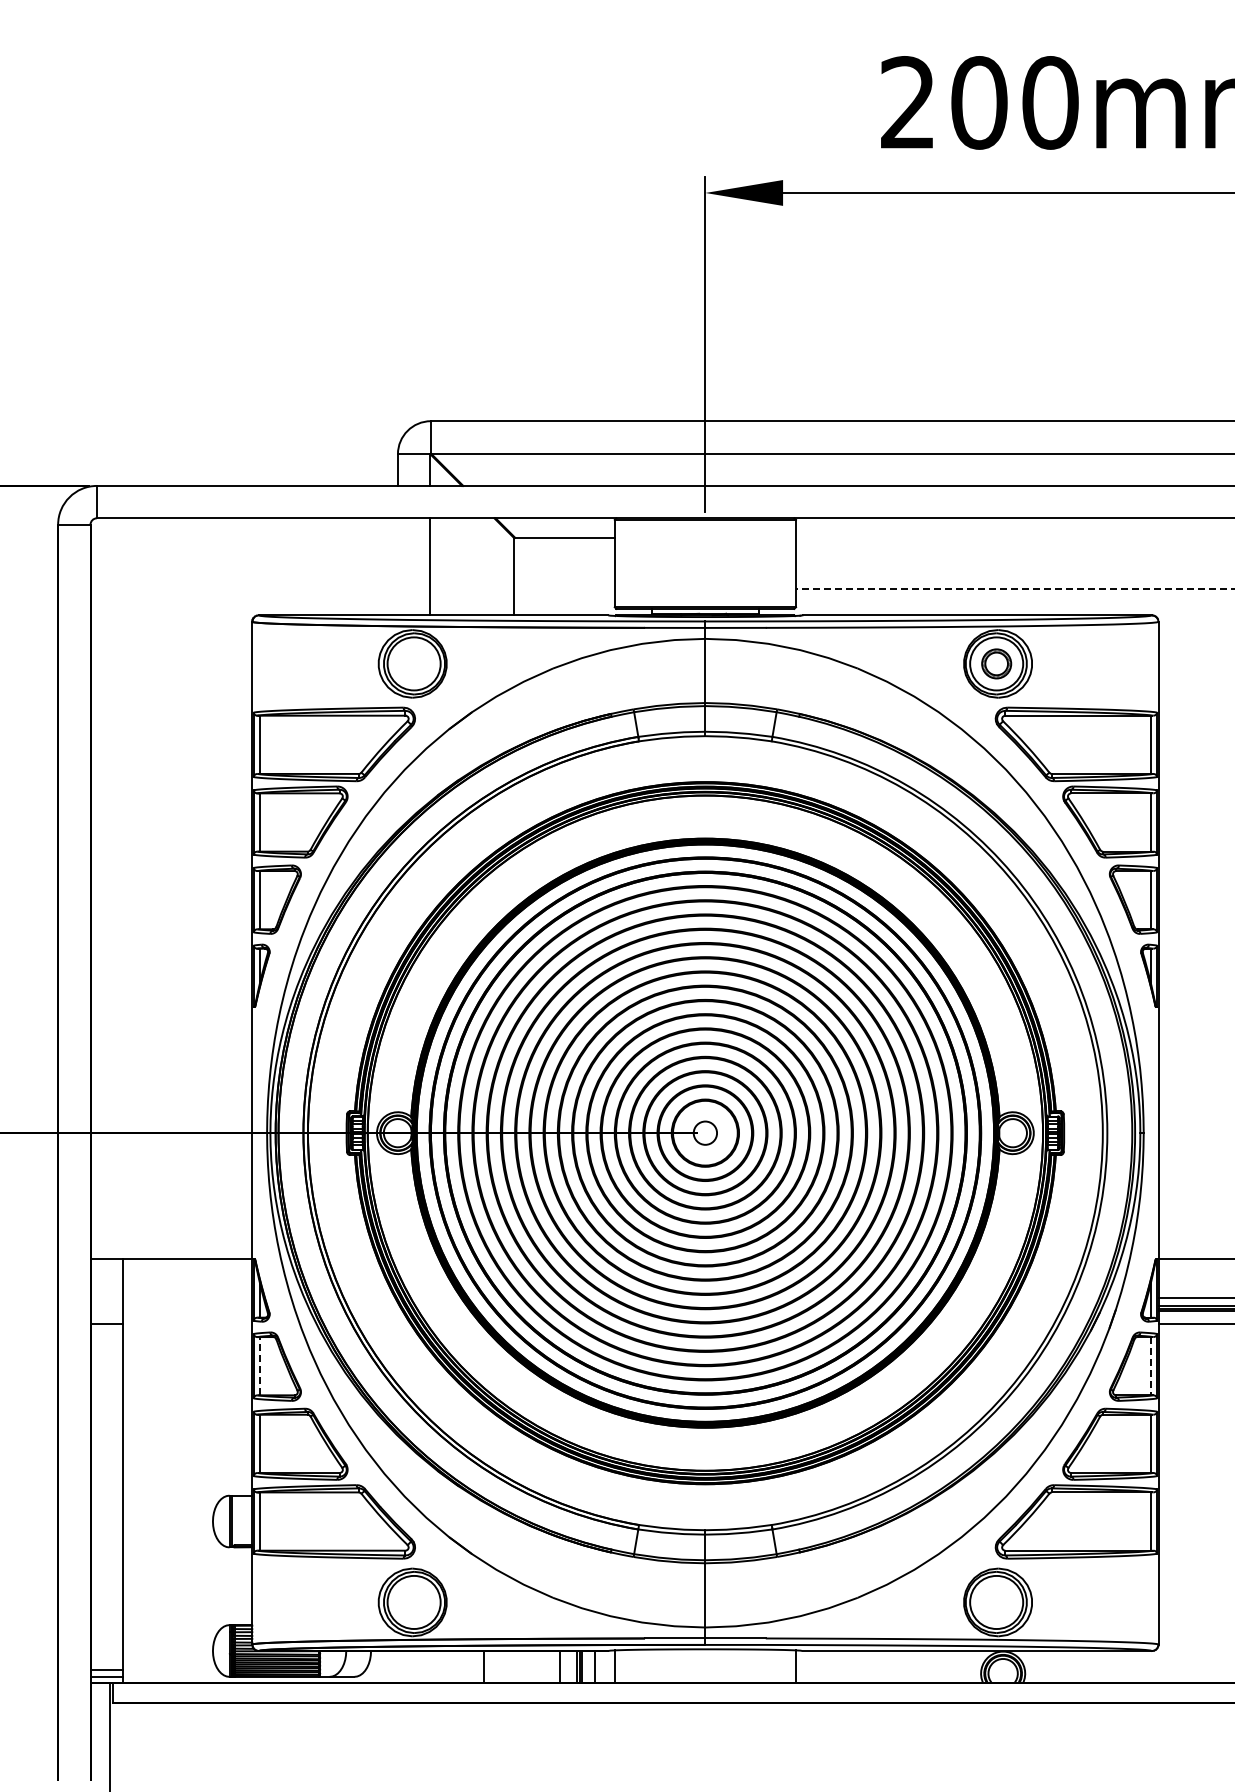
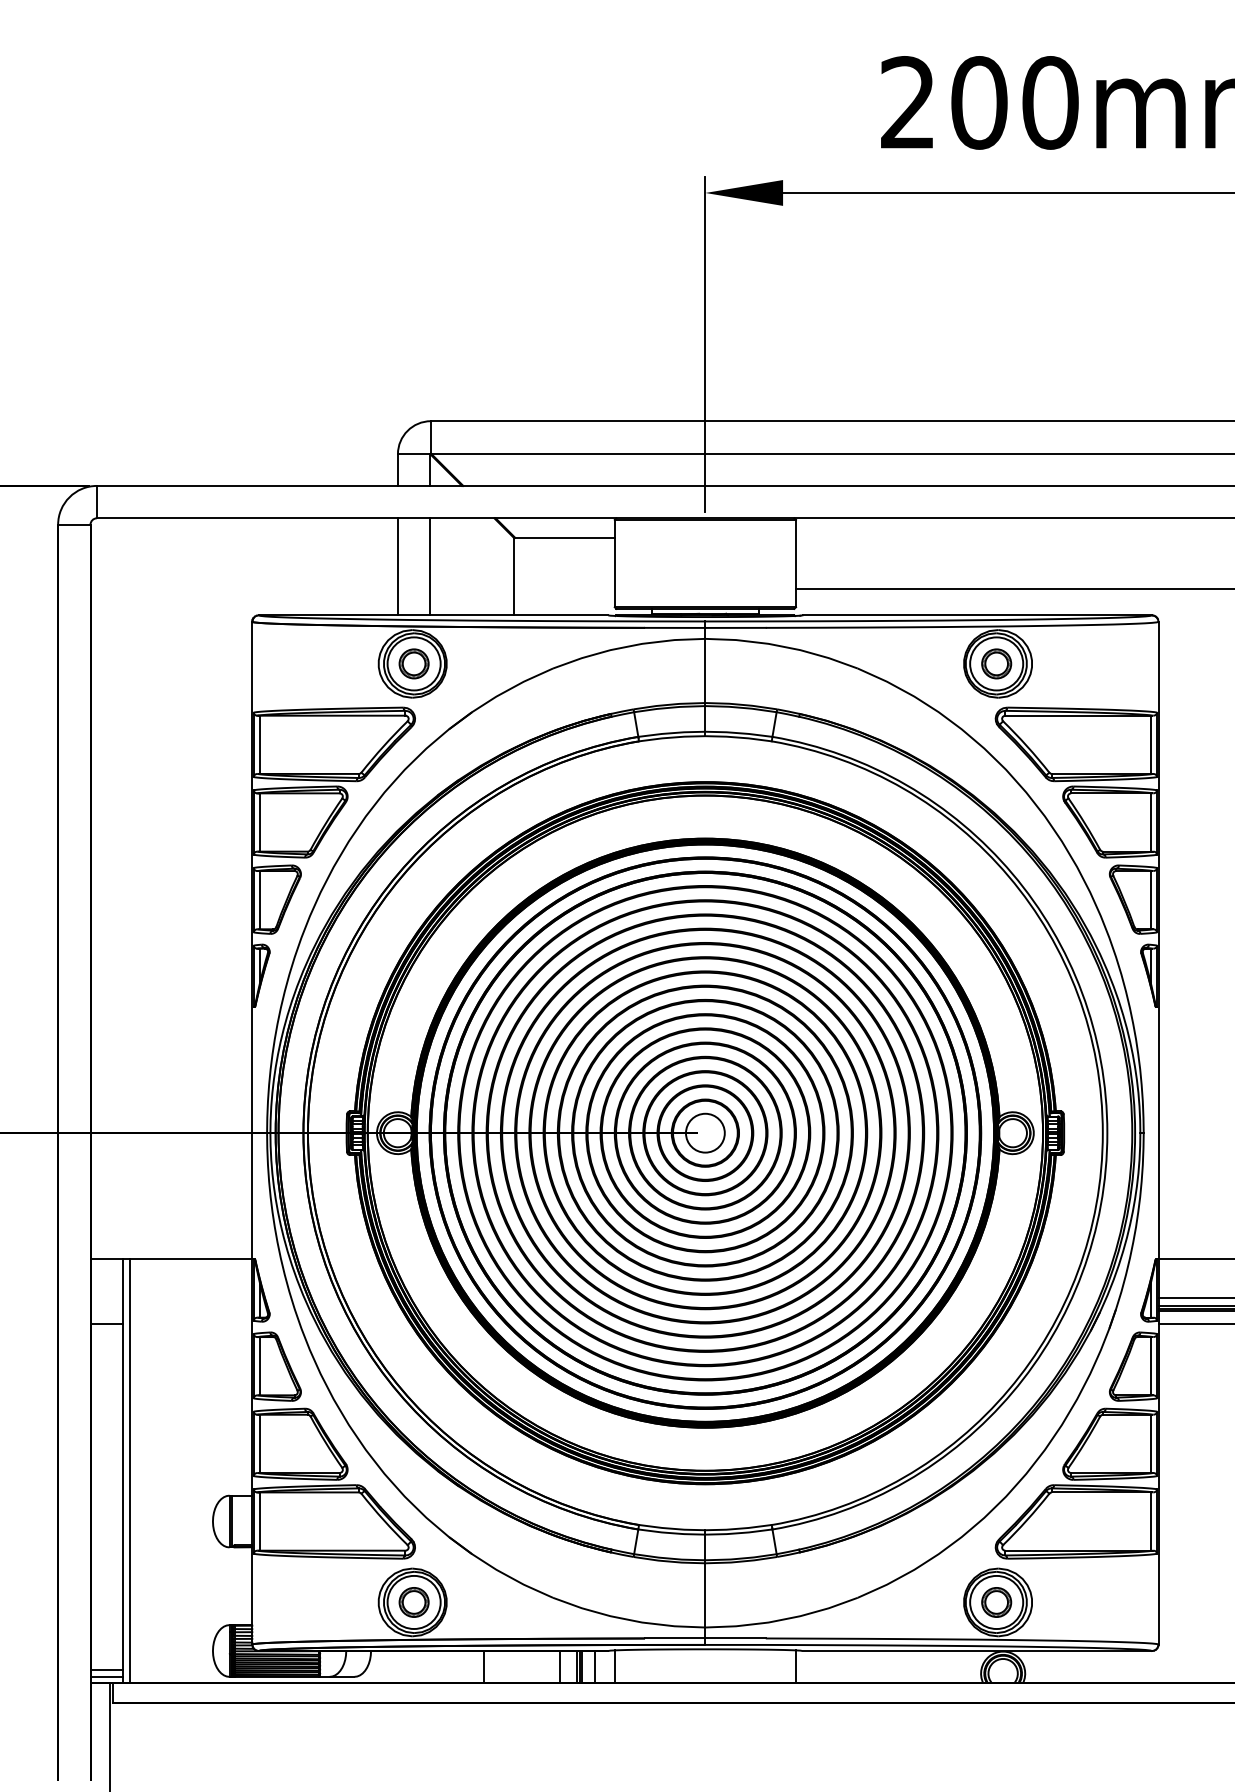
line at (397, 566): none -> present
line at (1014, 589): dashed -> solid
part at (413, 663): none -> present
circle at (705, 1132) diameter: 23 px -> 39 px
line at (260, 1365): dashed -> solid
line at (1150, 1366): dashed -> solid
line at (130, 1471): none -> present
part at (413, 1602): none -> present
part at (996, 1602): none -> present
